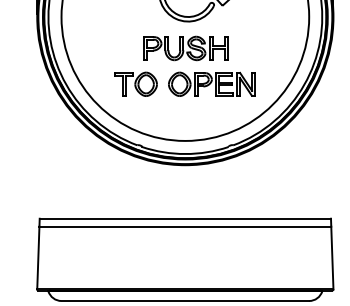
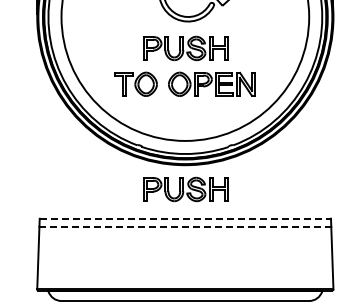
part at (185, 189): none -> present
line at (185, 218): solid -> dashed
line at (185, 226): solid -> dashed
